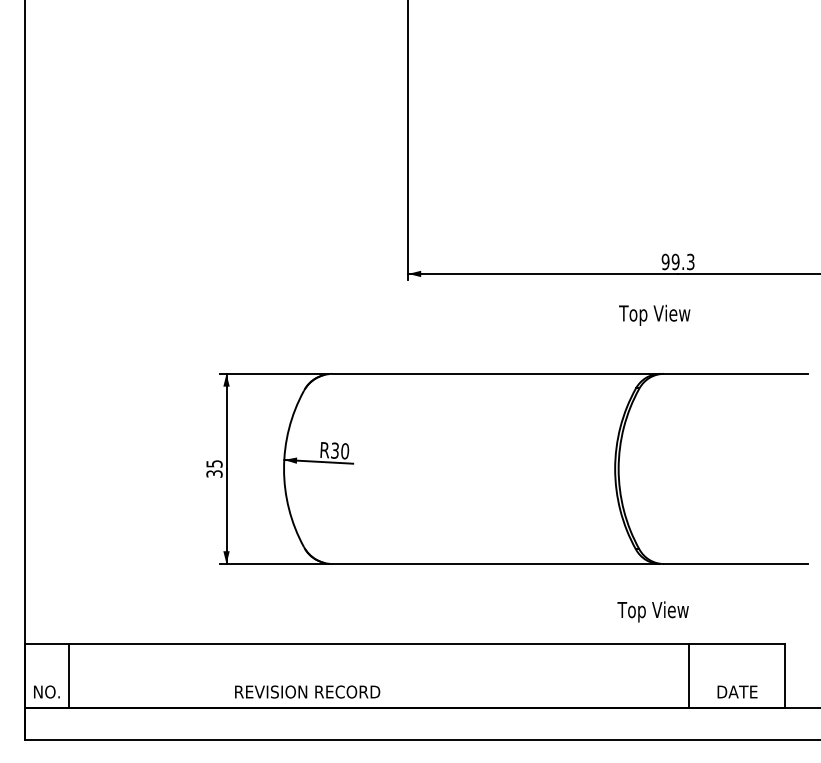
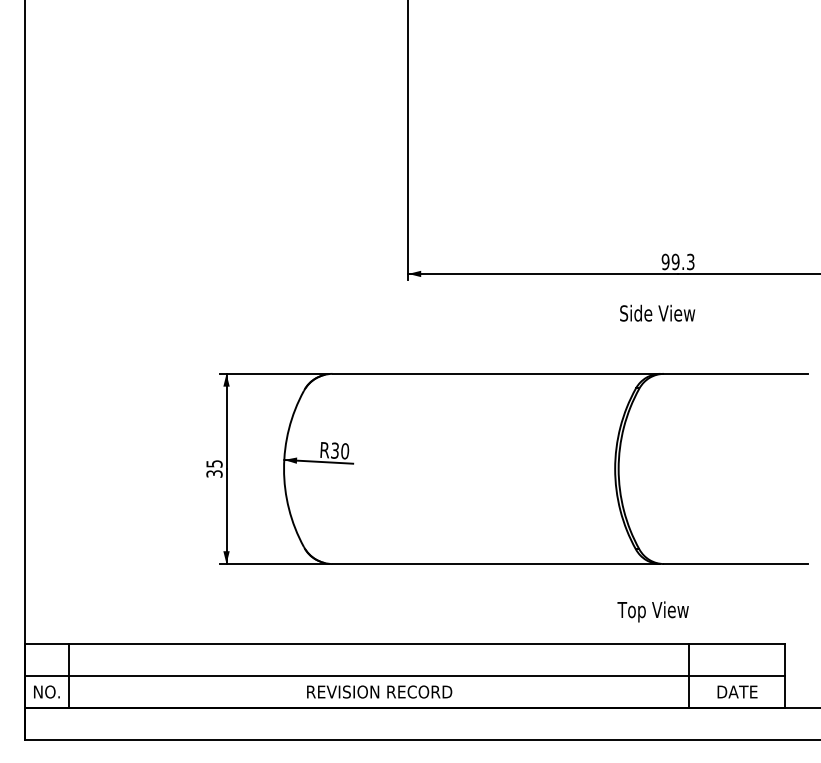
text at (657, 314): Top View -> Side View
line at (404, 676): none -> present
text at (307, 691) position: (307, 691) -> (379, 691)
